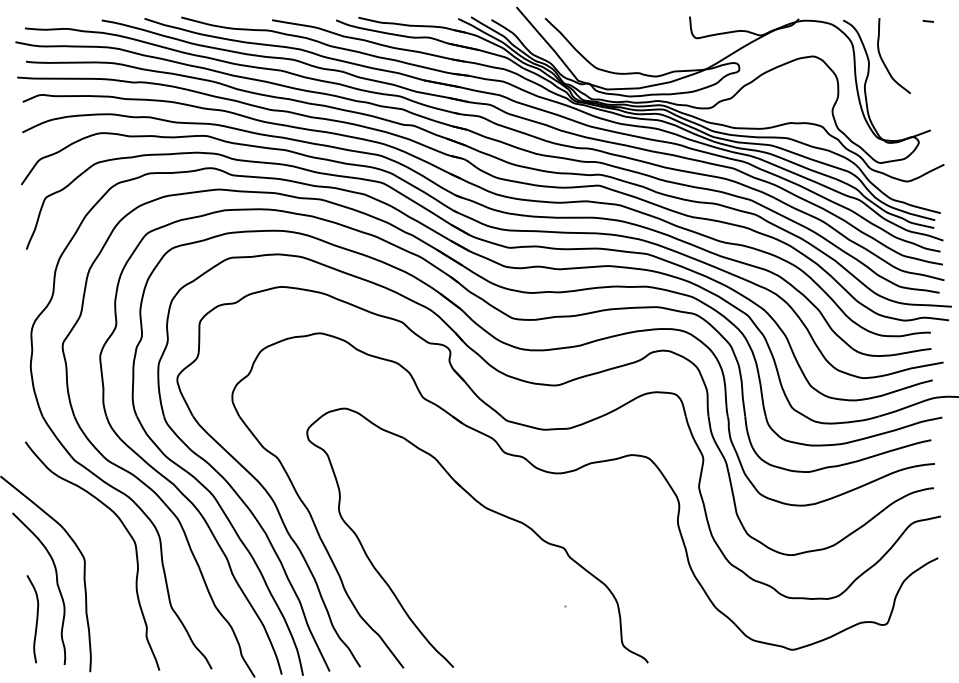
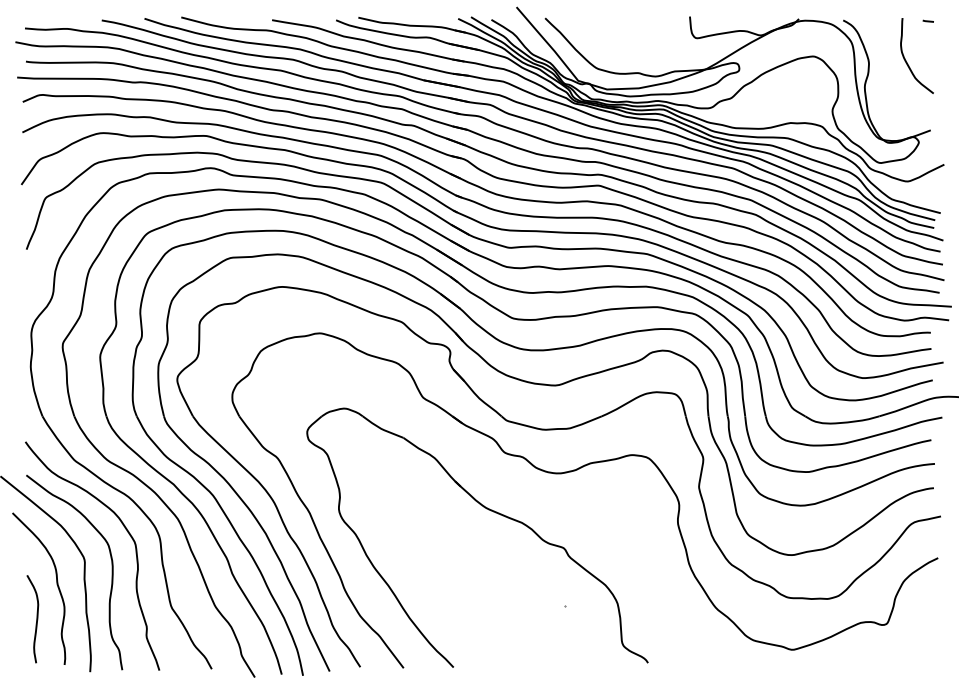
curve at (883, 60) position: (883, 60) -> (906, 60)
curve at (111, 572): none -> present
